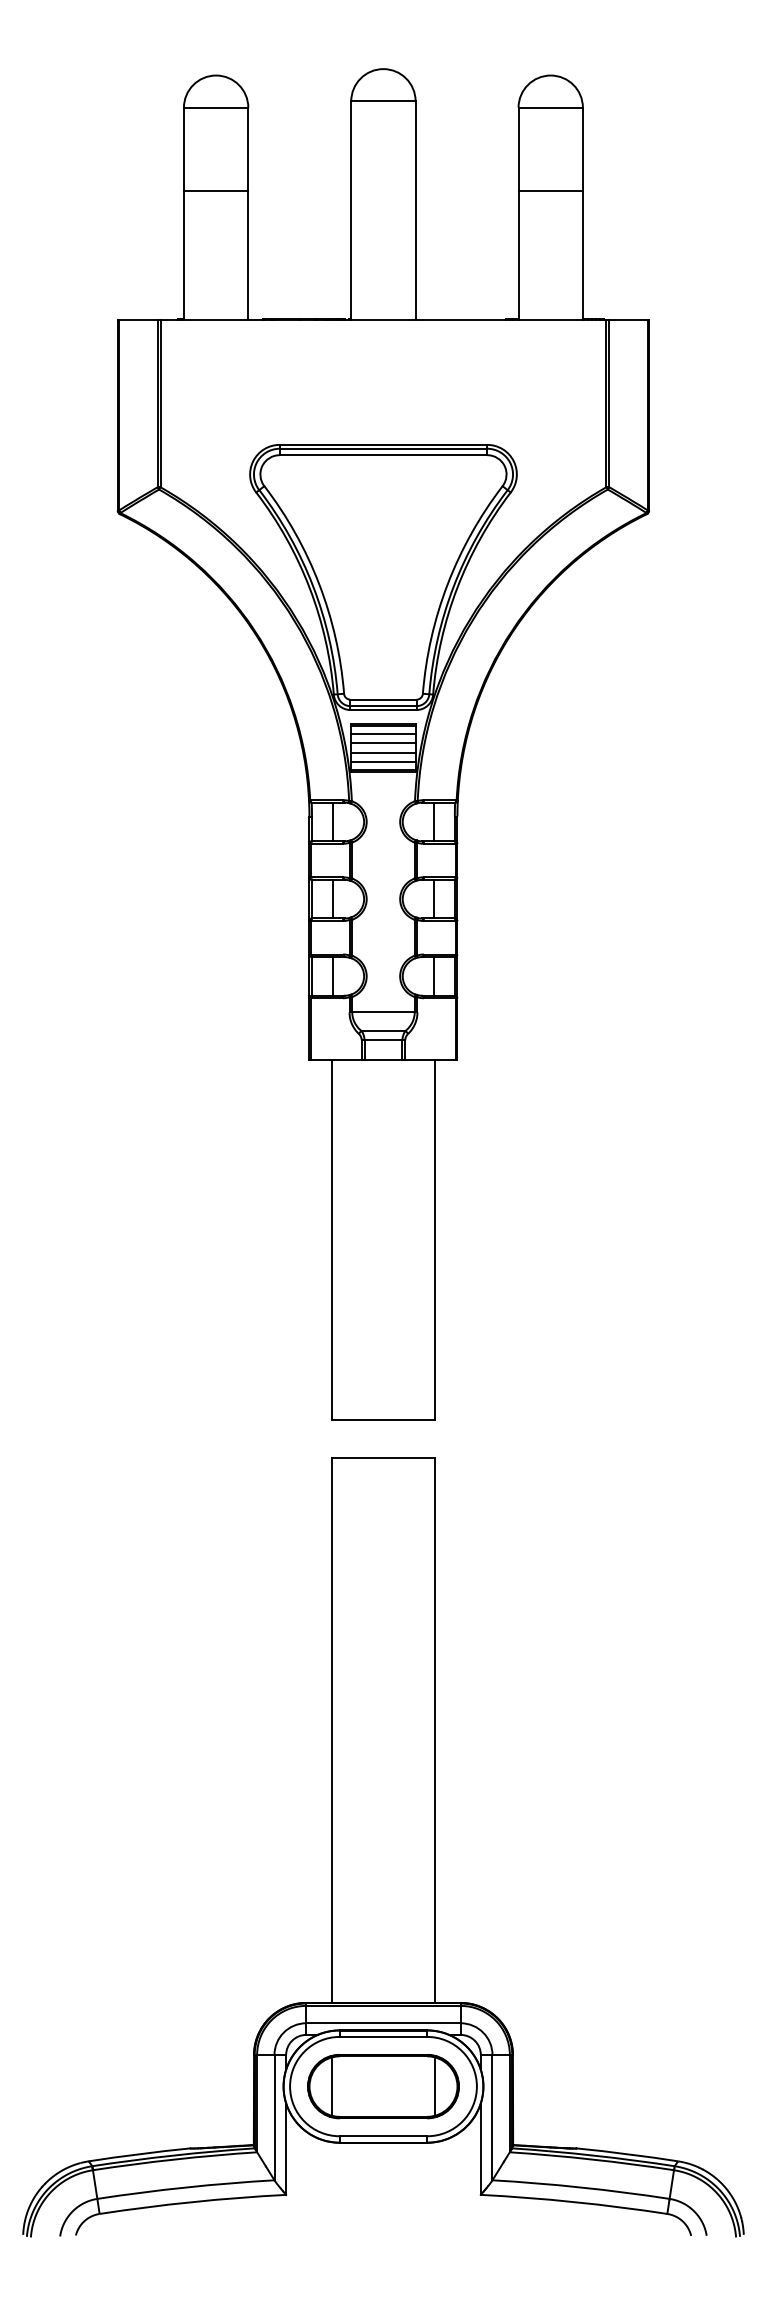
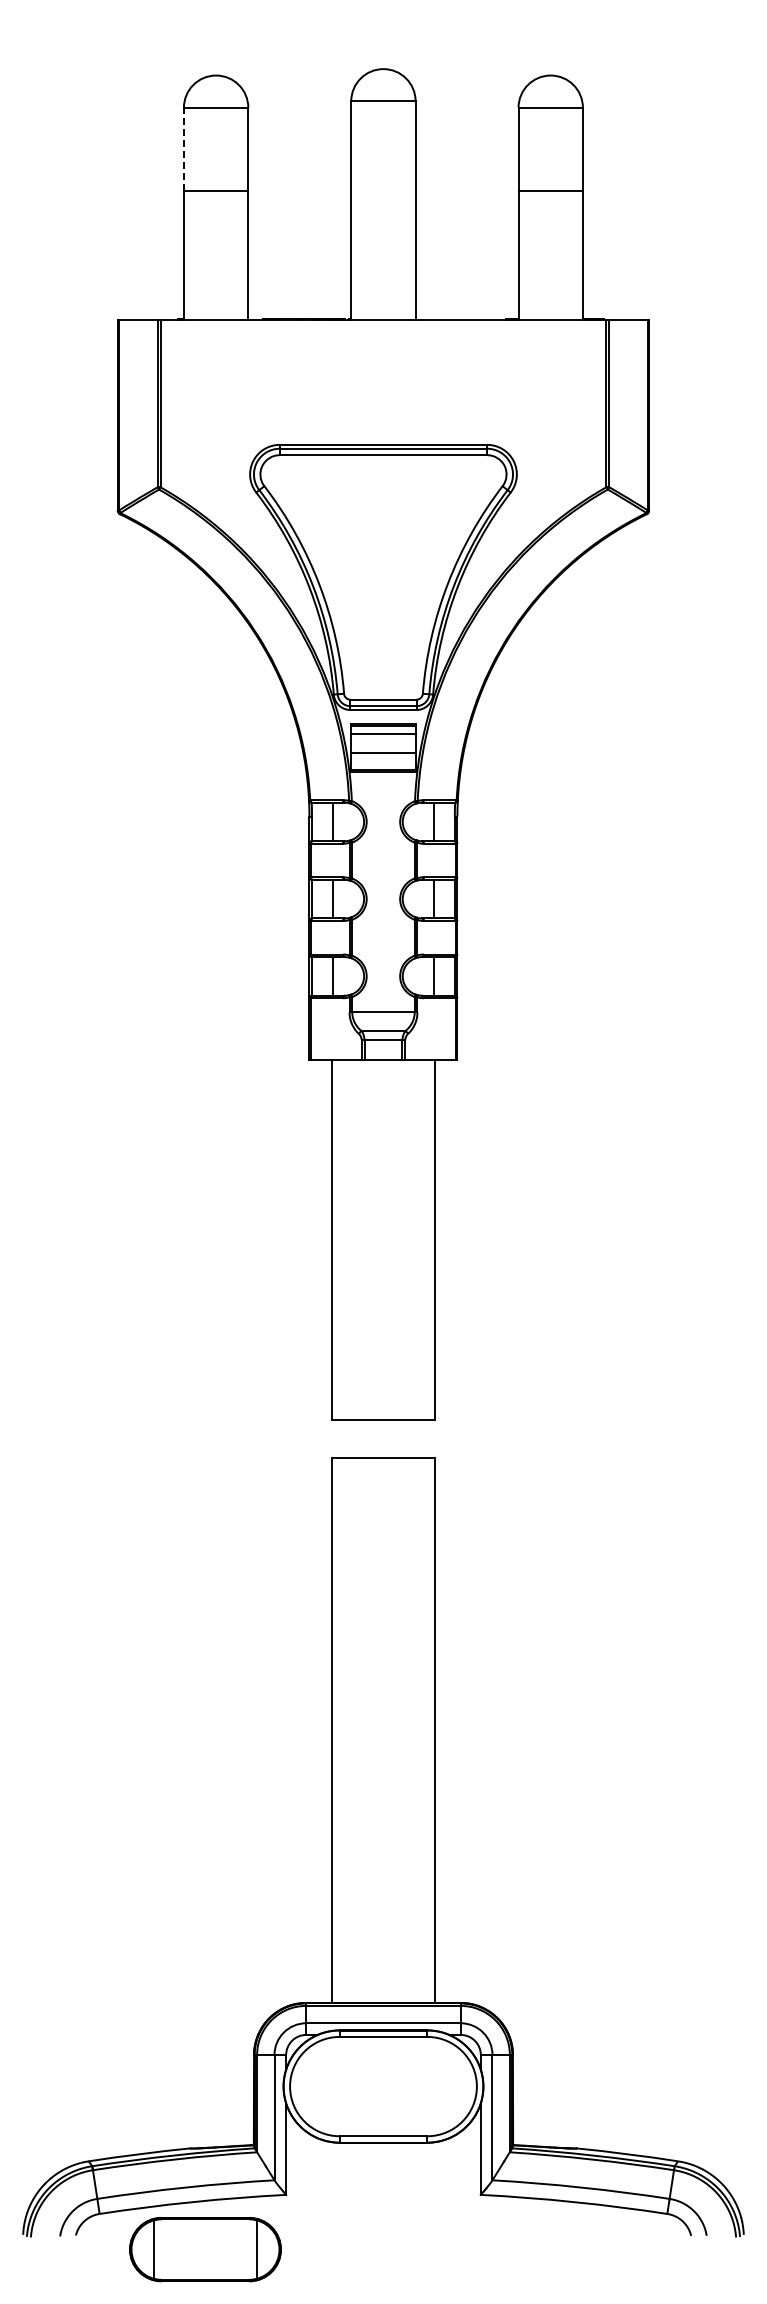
line at (183, 149): solid -> dashed
line at (383, 742): present -> none
line at (383, 762): present -> none
part at (383, 2086) position: (383, 2086) -> (205, 2249)
